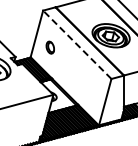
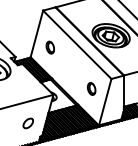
line at (76, 44): dashed -> solid
part at (91, 88): none -> present
part at (27, 123): none -> present
